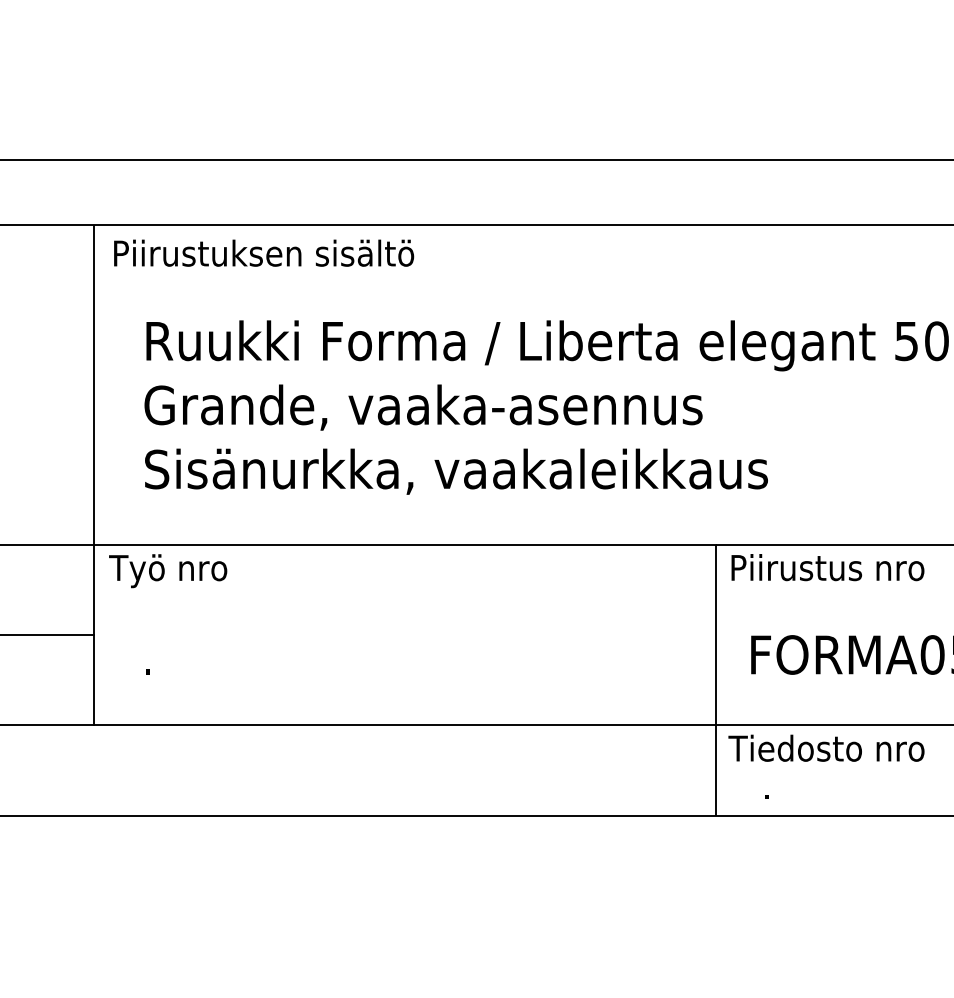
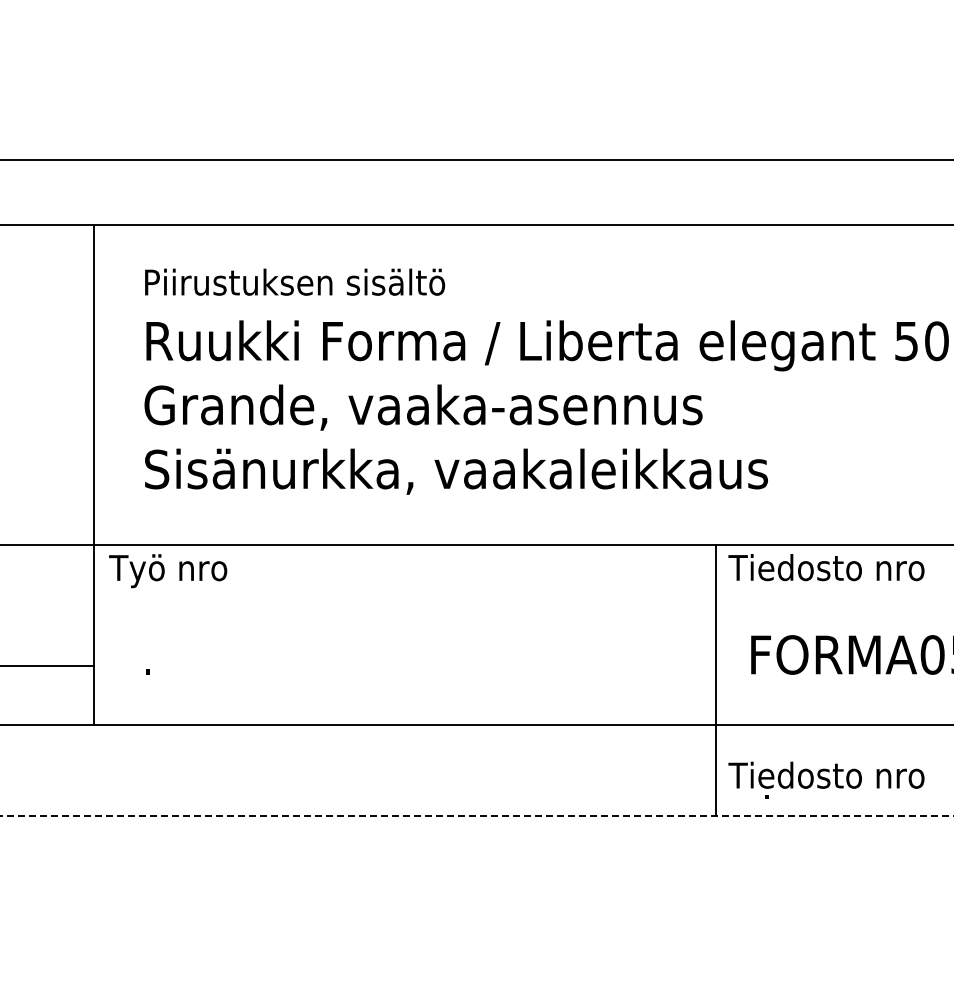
text at (264, 252) position: (264, 252) -> (295, 281)
text at (826, 567): Piirustus nro -> Tiedosto nro
line at (47, 634) position: (47, 634) -> (47, 665)
text at (826, 747) position: (826, 747) -> (826, 774)
line at (476, 815): solid -> dashed
